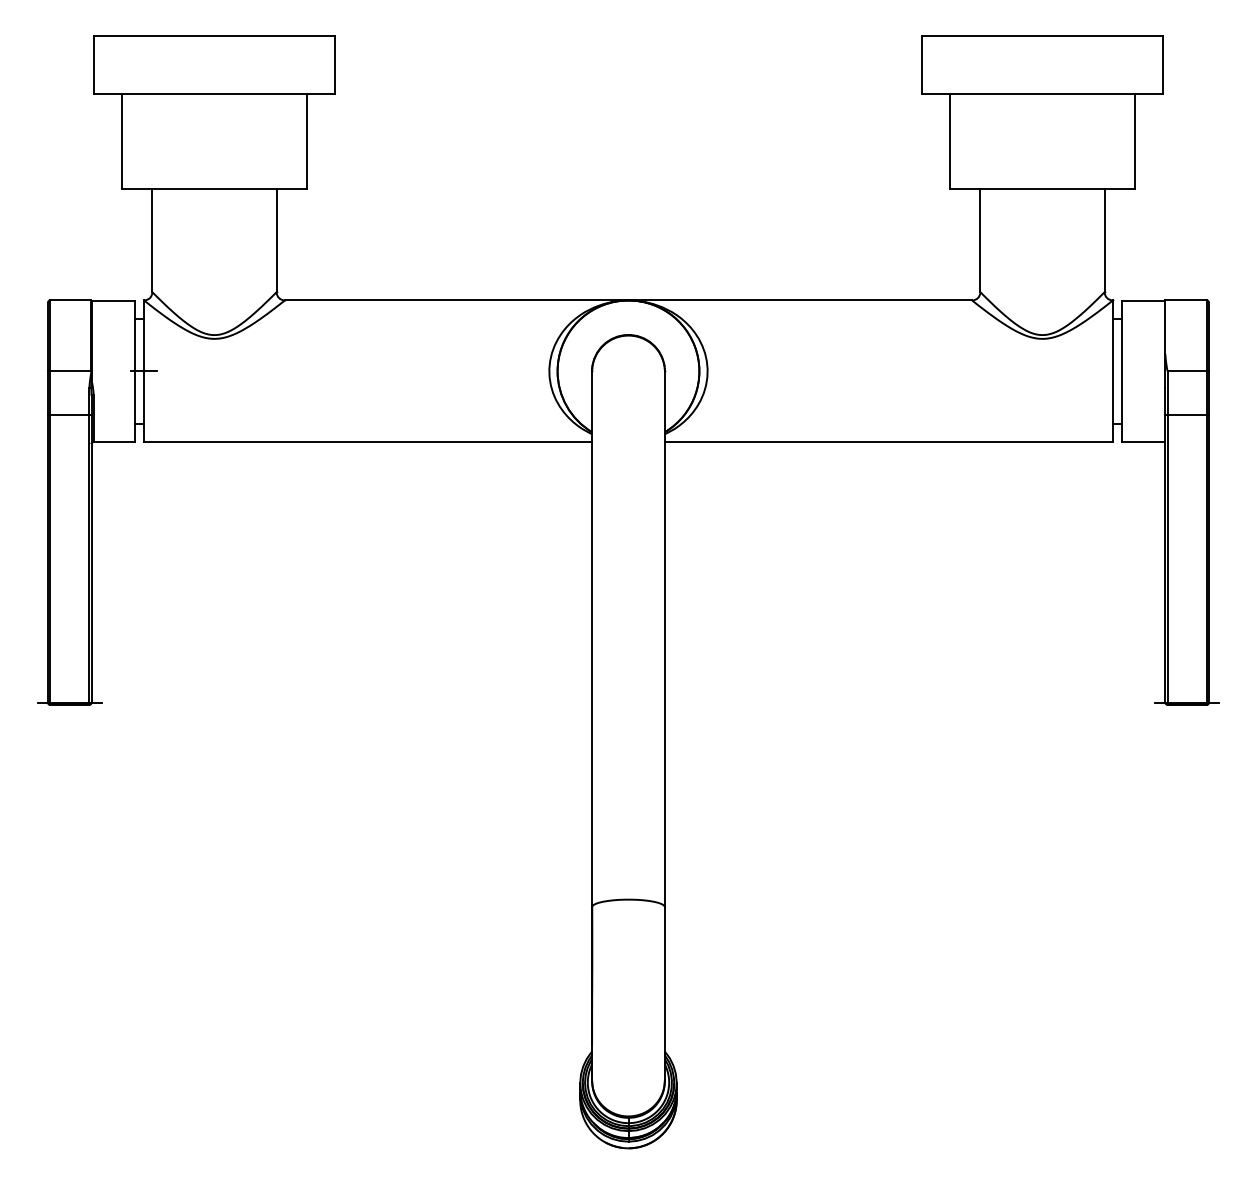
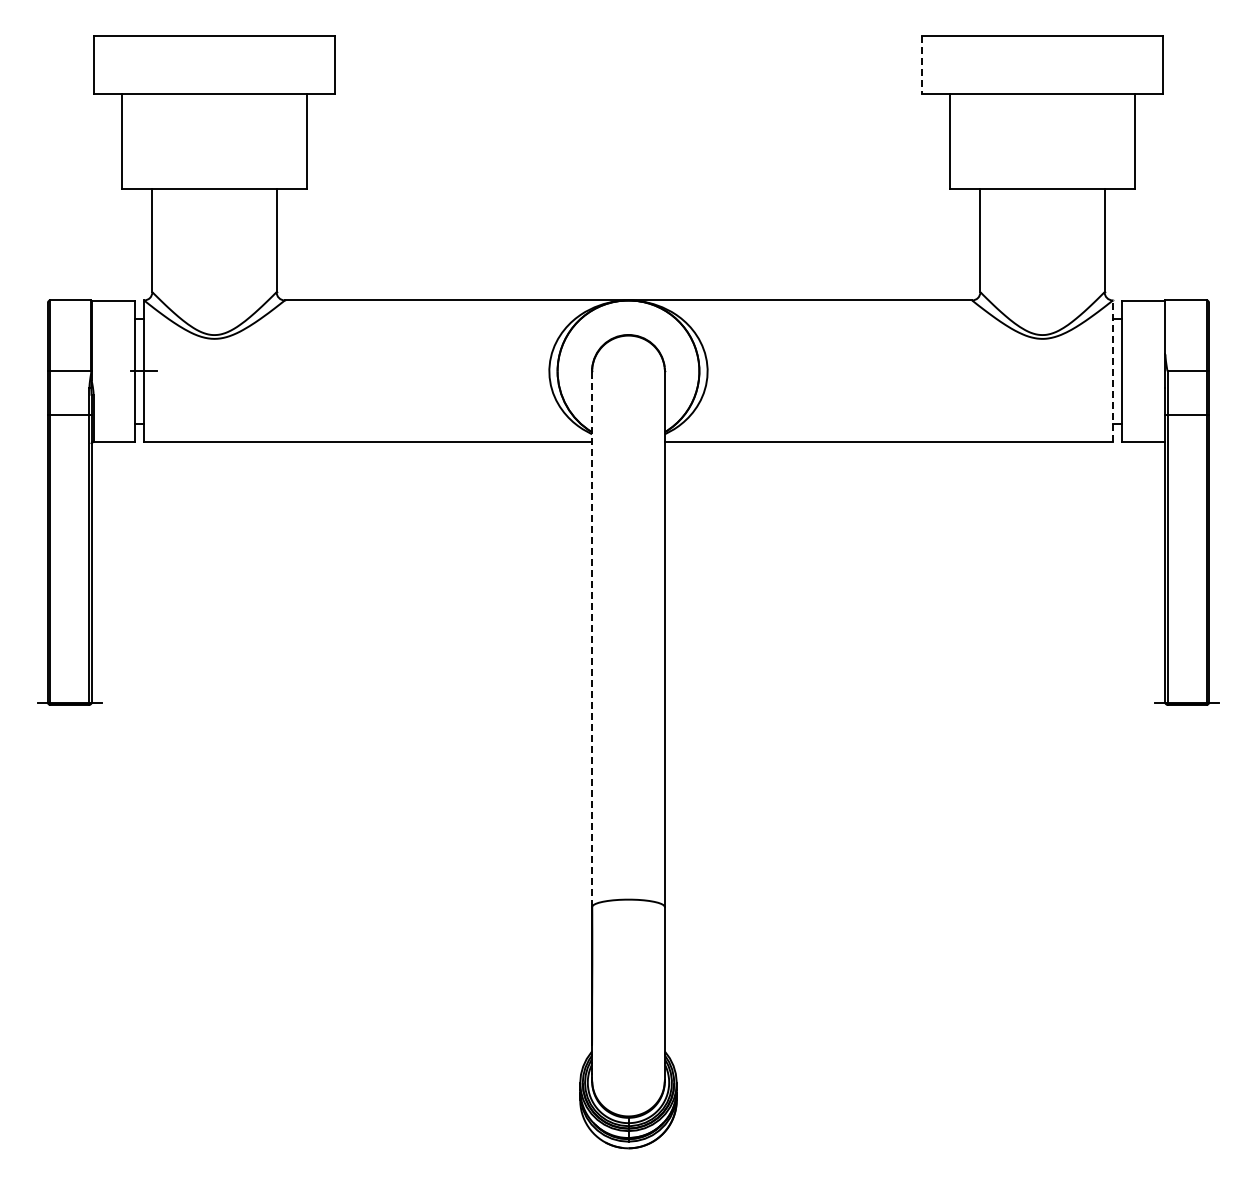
line at (922, 64): solid -> dashed
line at (1113, 371): solid -> dashed
line at (592, 639): solid -> dashed
